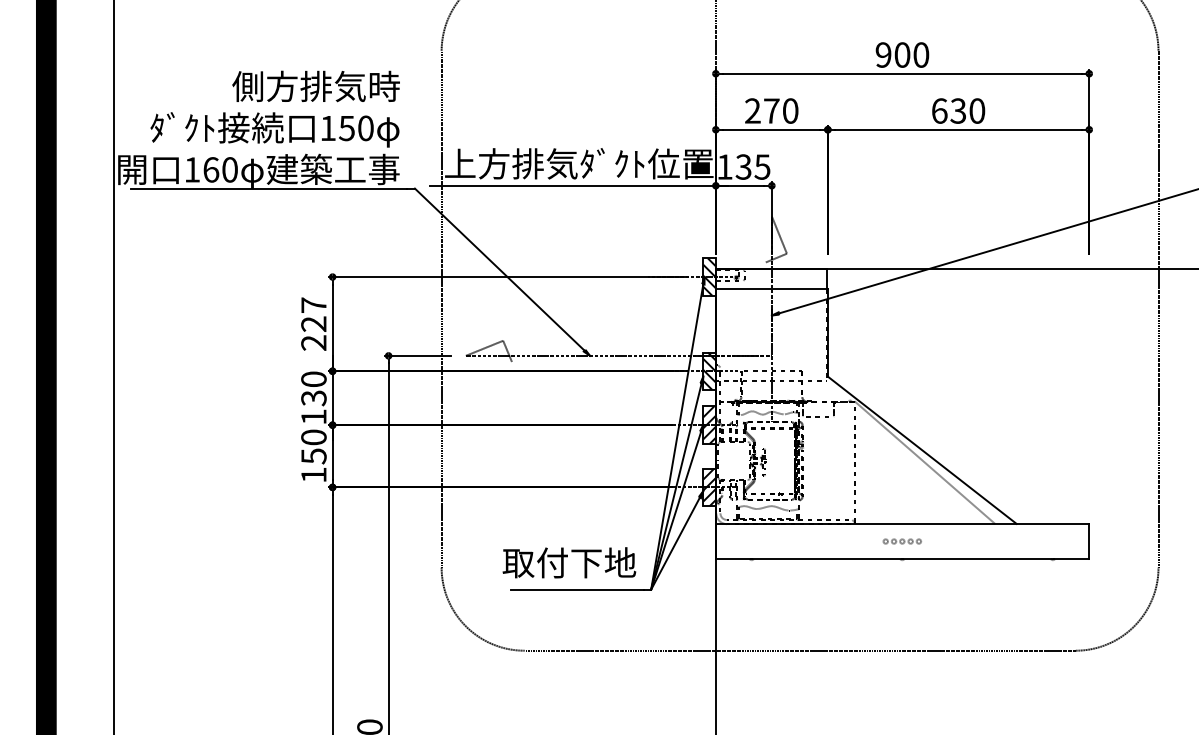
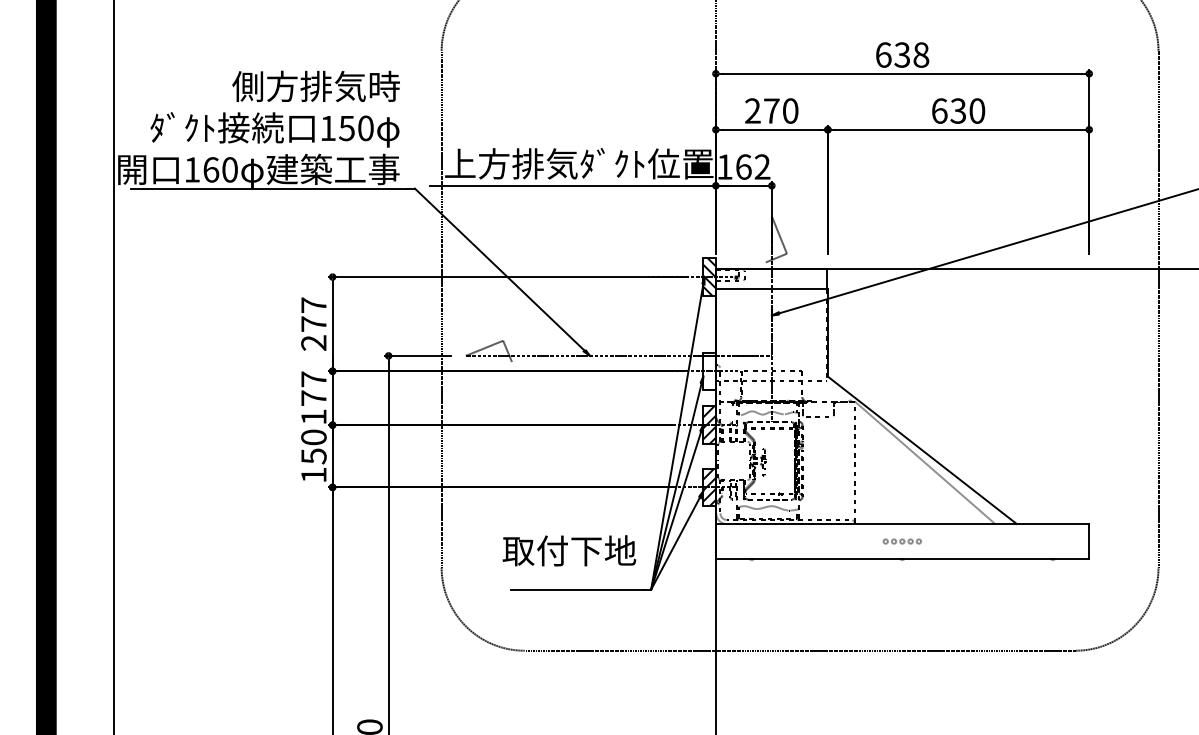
text at (902, 54): 900 -> 638
text at (752, 166): 135 -> 162
text at (313, 323): 227 -> 277
hatch at (709, 370): present -> none
text at (313, 388): 130 -> 177
text at (569, 562) position: (569, 562) -> (569, 550)
